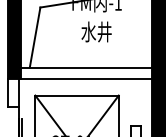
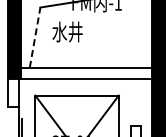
text at (96, 31) position: (96, 31) -> (67, 31)
line at (35, 37): solid -> dashed
